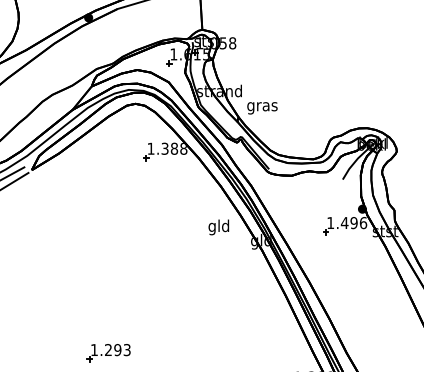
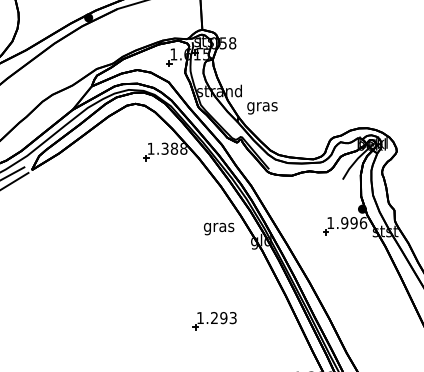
text at (344, 223): 1.496 -> 1.996
text at (218, 227): gld -> gras
part at (108, 353) position: (108, 353) -> (214, 321)
